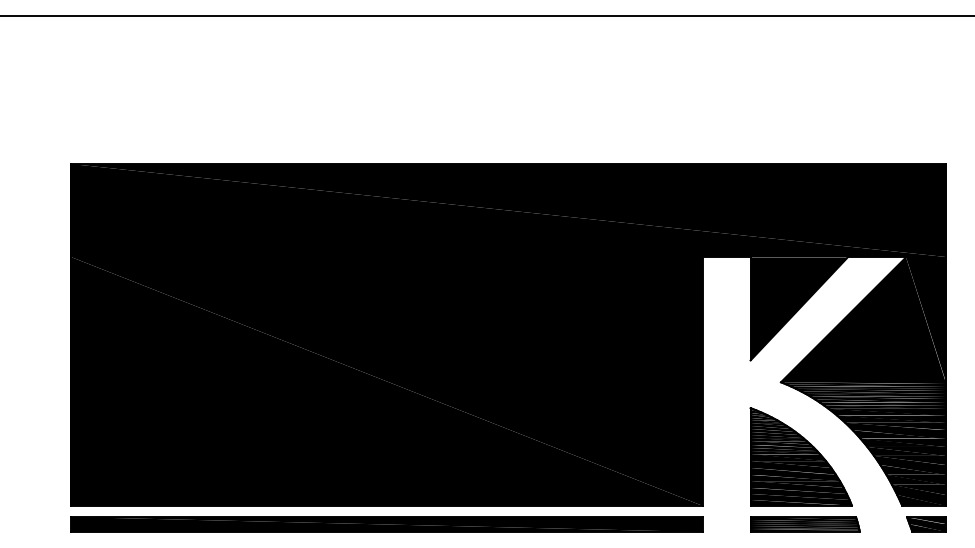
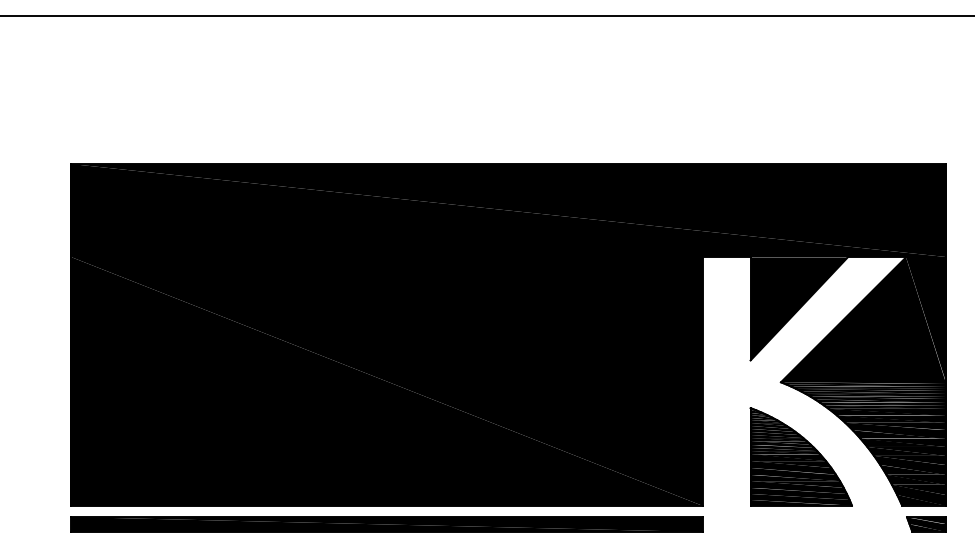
part at (805, 524): present -> none
